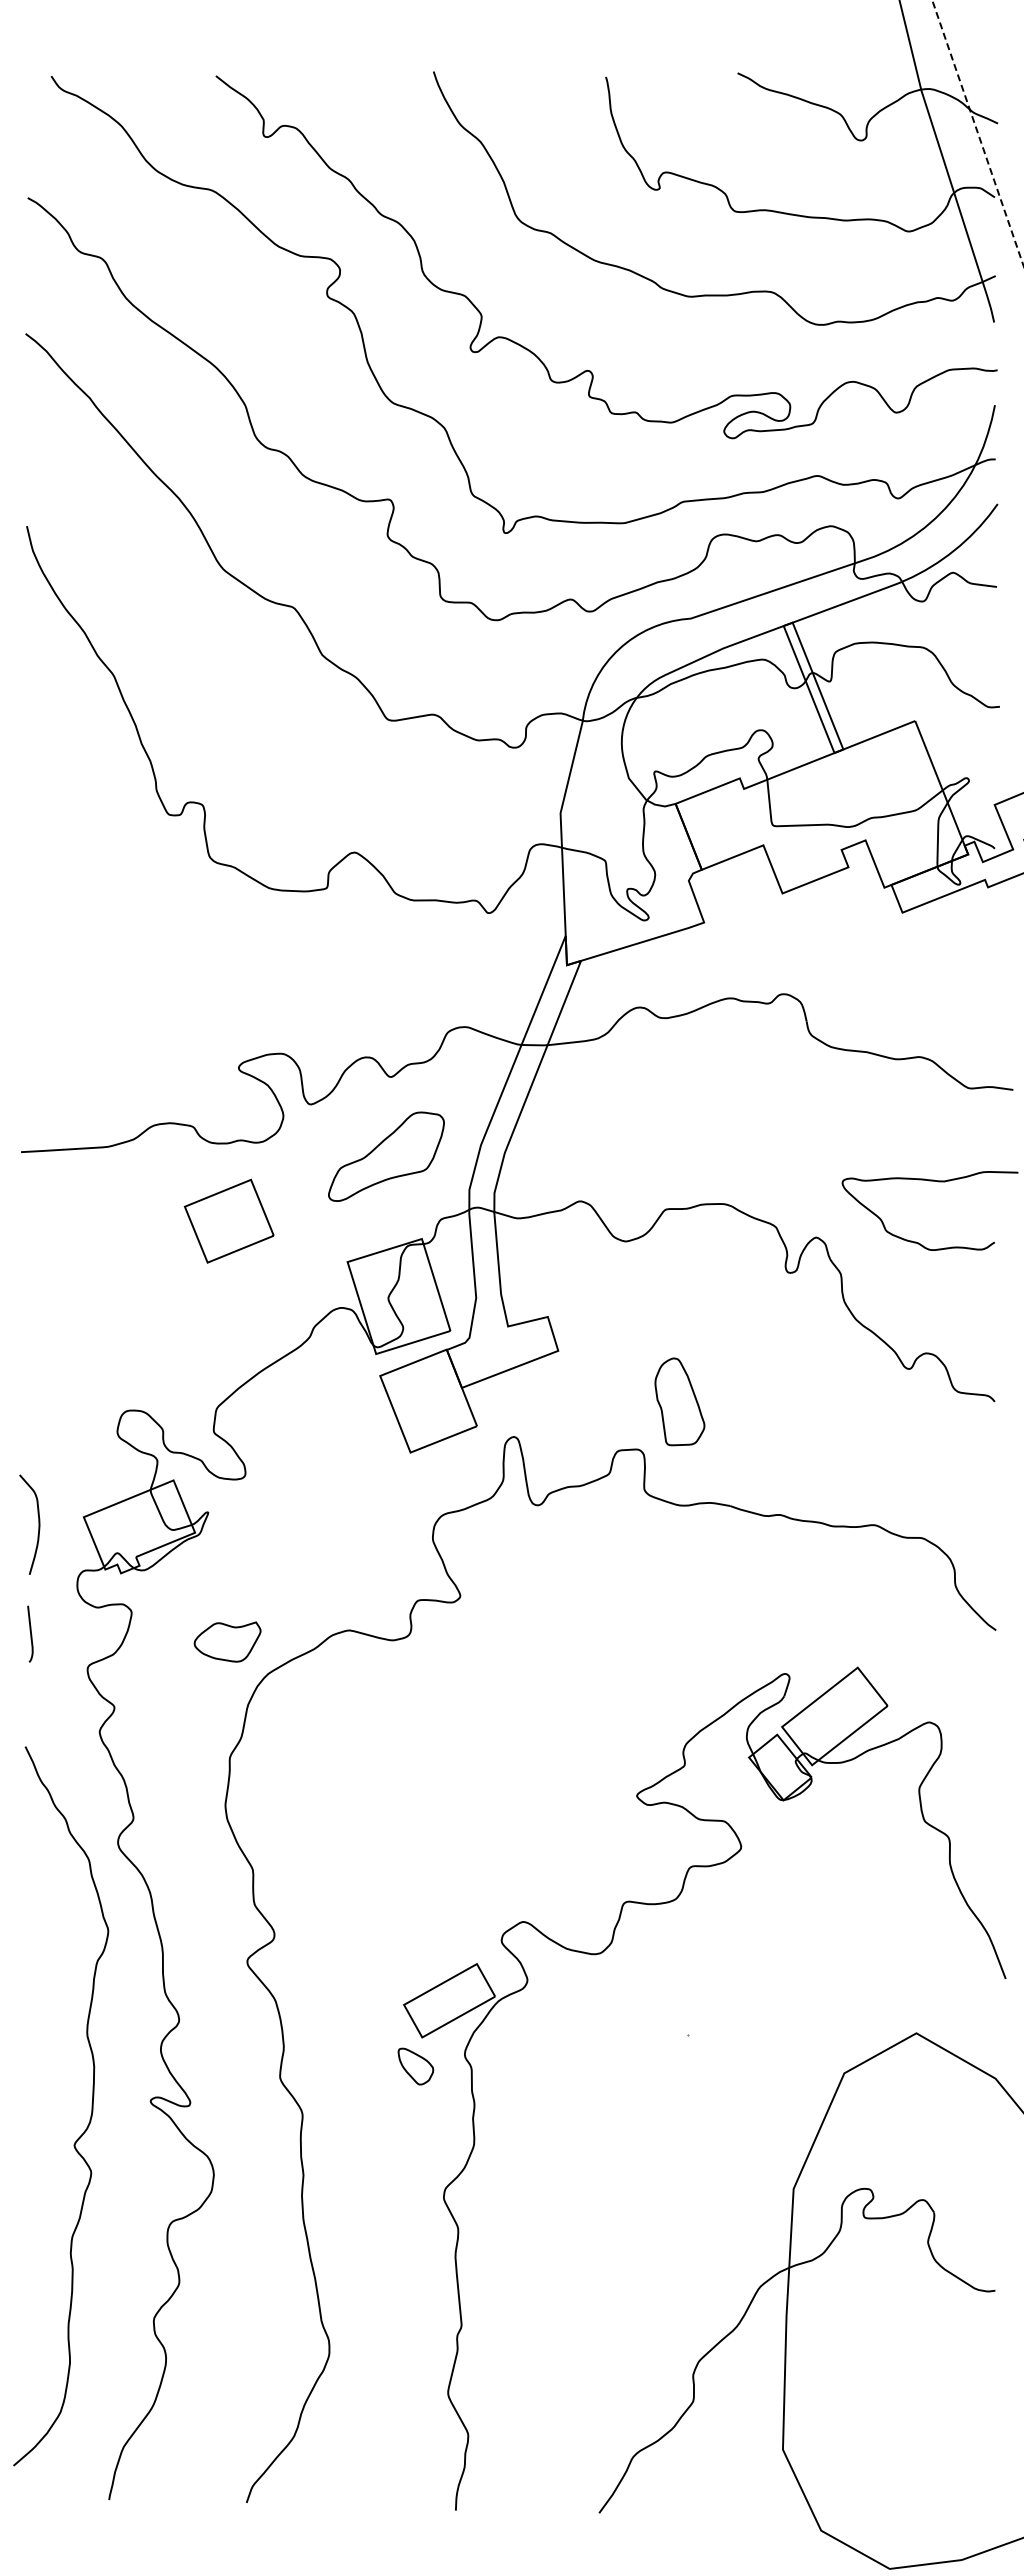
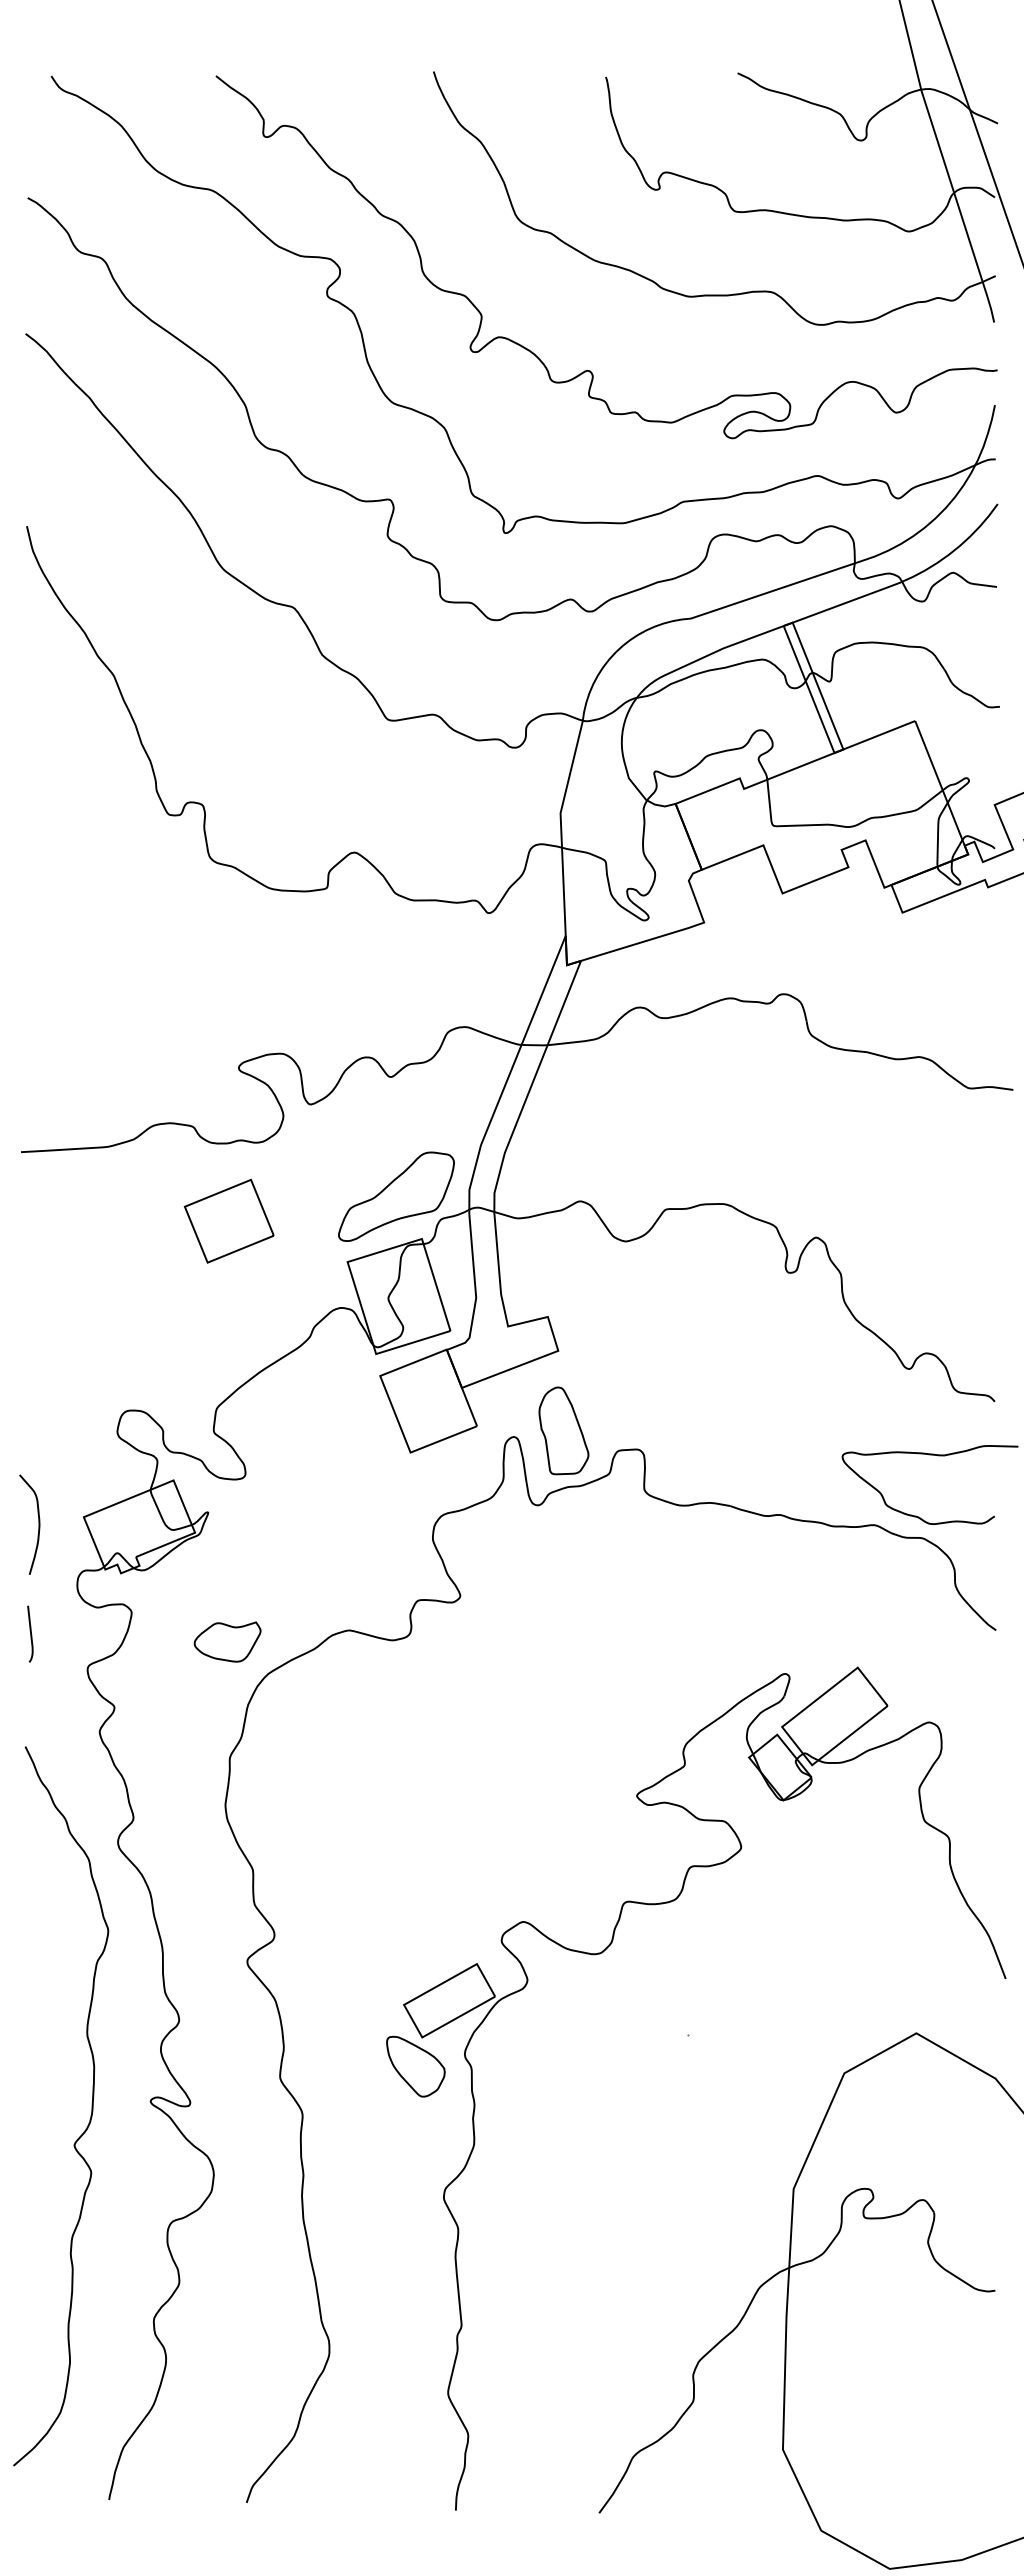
line at (978, 133): dashed -> solid
part at (386, 1156) position: (386, 1156) -> (396, 1196)
curve at (929, 1181) position: (929, 1181) -> (929, 1455)
part at (679, 1401) position: (679, 1401) -> (563, 1430)
part at (415, 2066) size: 38x39 px -> 60x63 px
